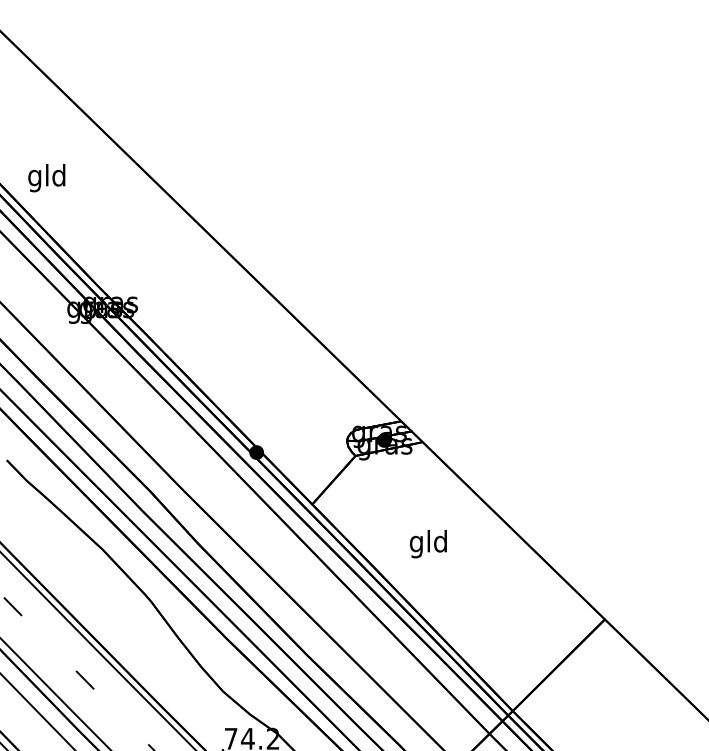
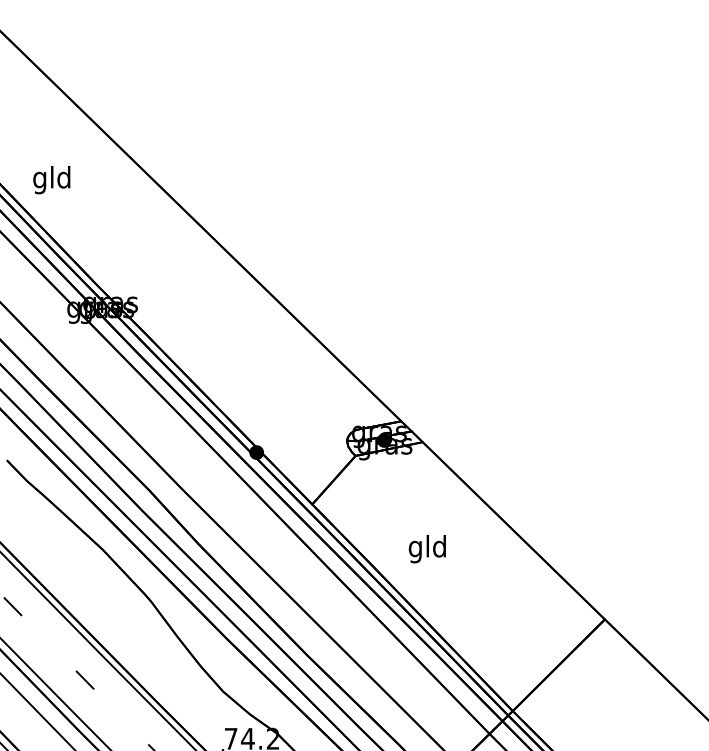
text at (46, 178) position: (46, 178) -> (51, 180)
text at (427, 544) position: (427, 544) -> (426, 549)
